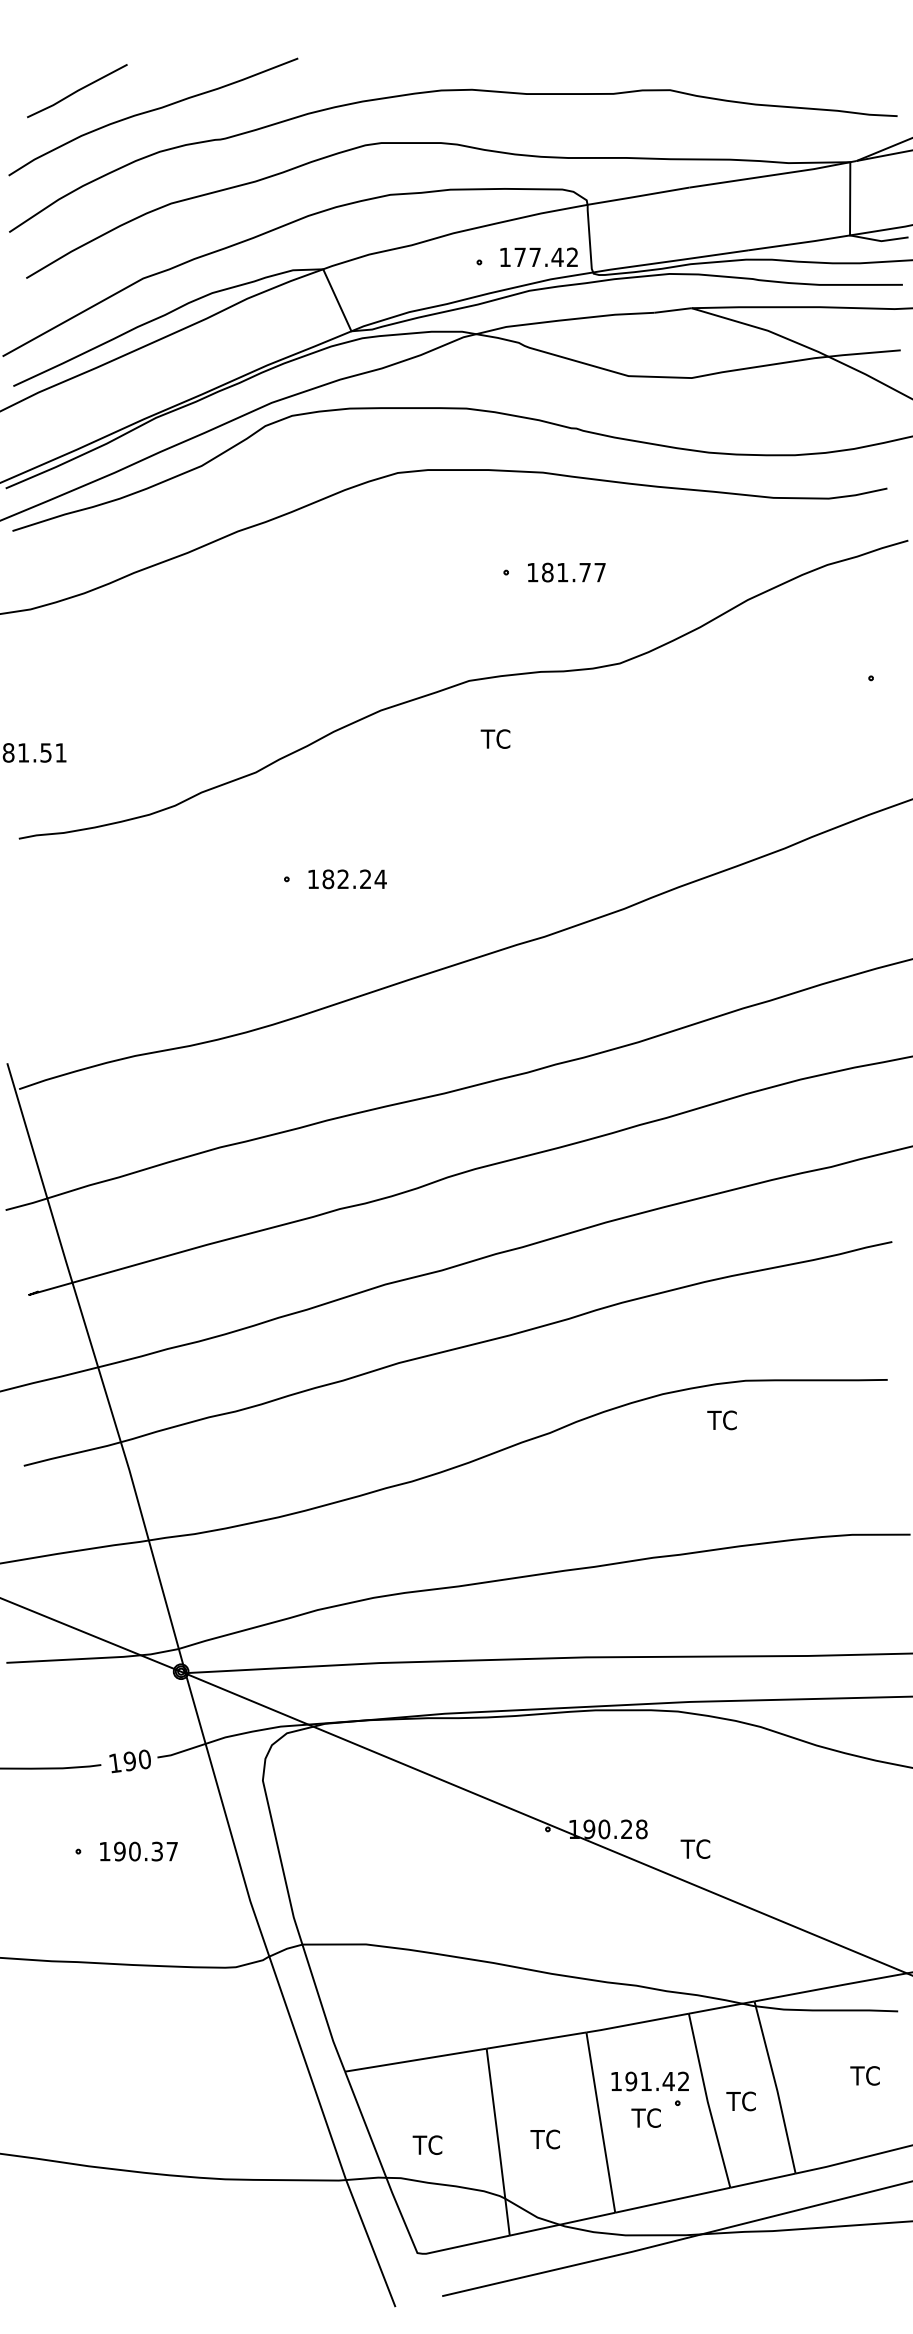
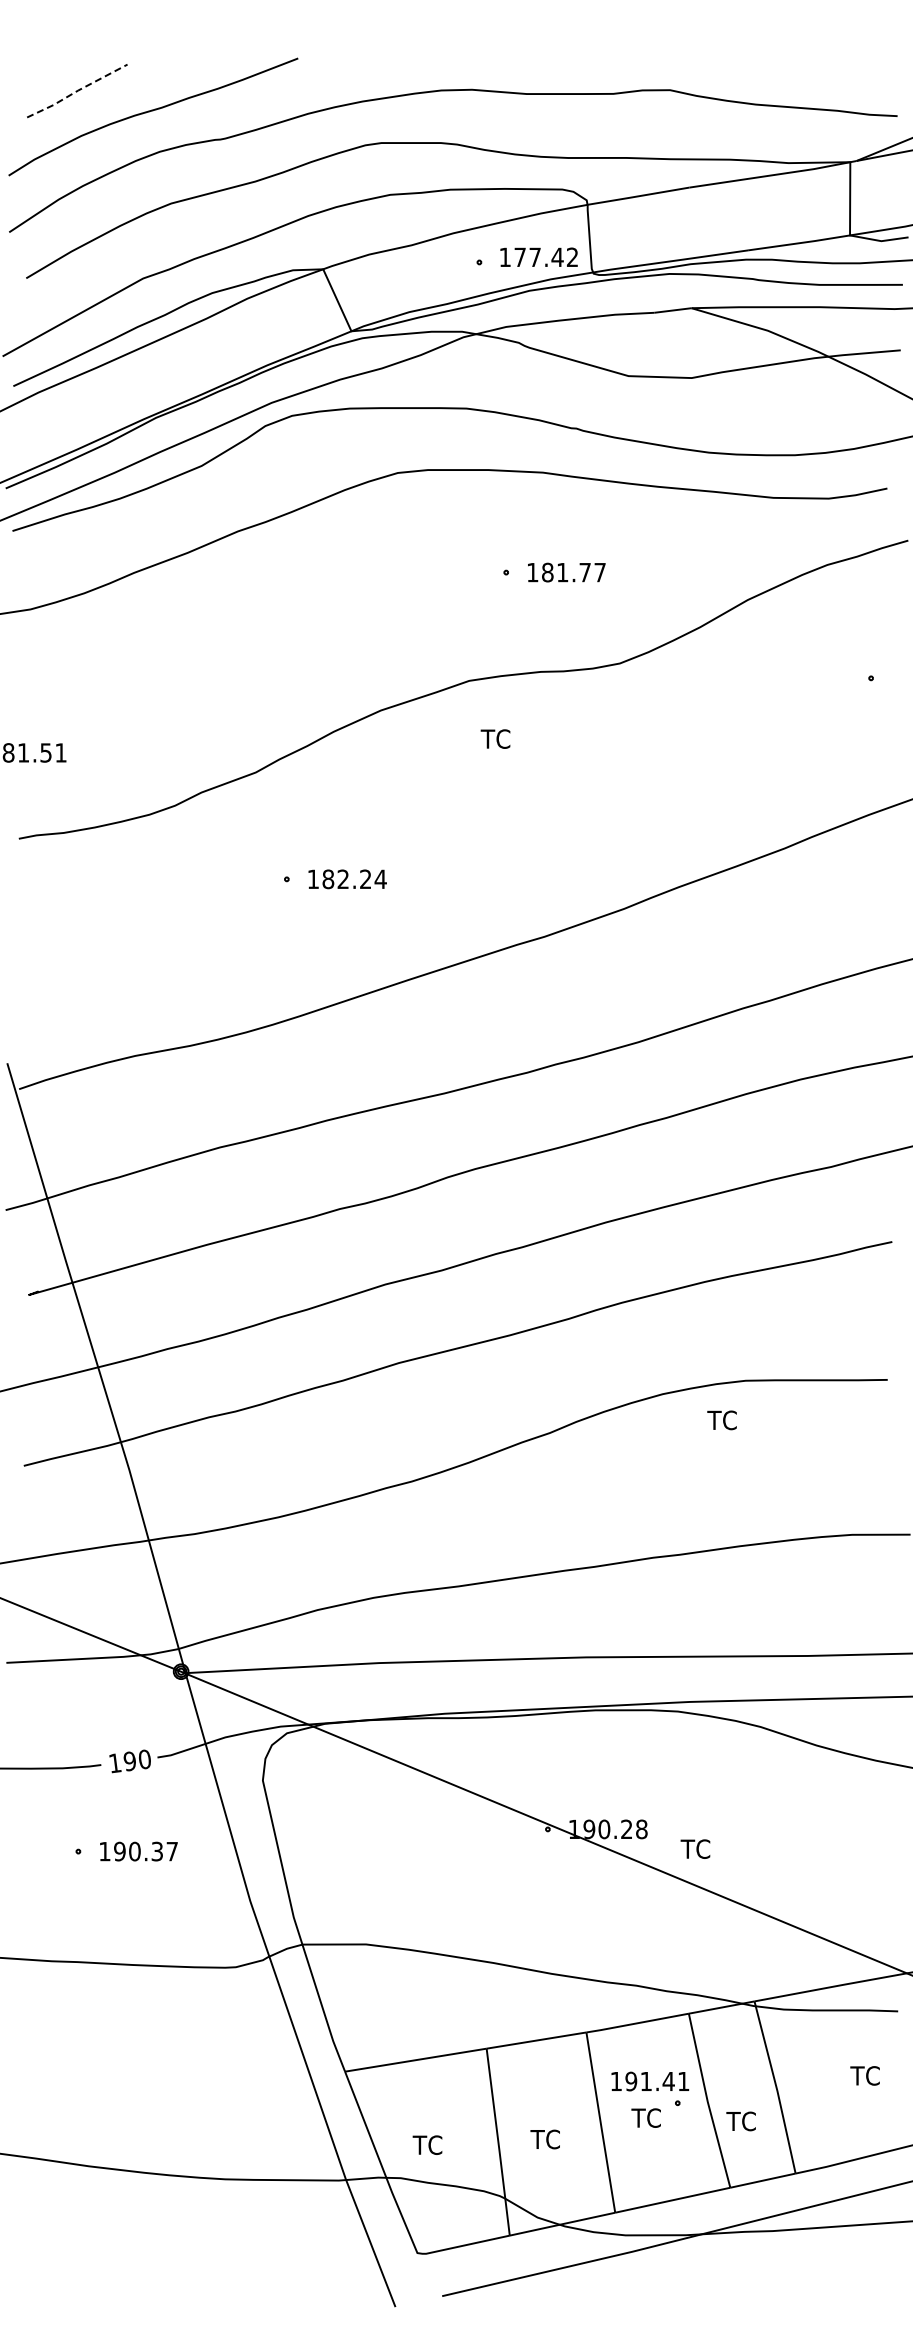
line at (77, 91): solid -> dashed
text at (683, 2080): 191.42 -> 191.41
text at (740, 2101) position: (740, 2101) -> (740, 2121)
